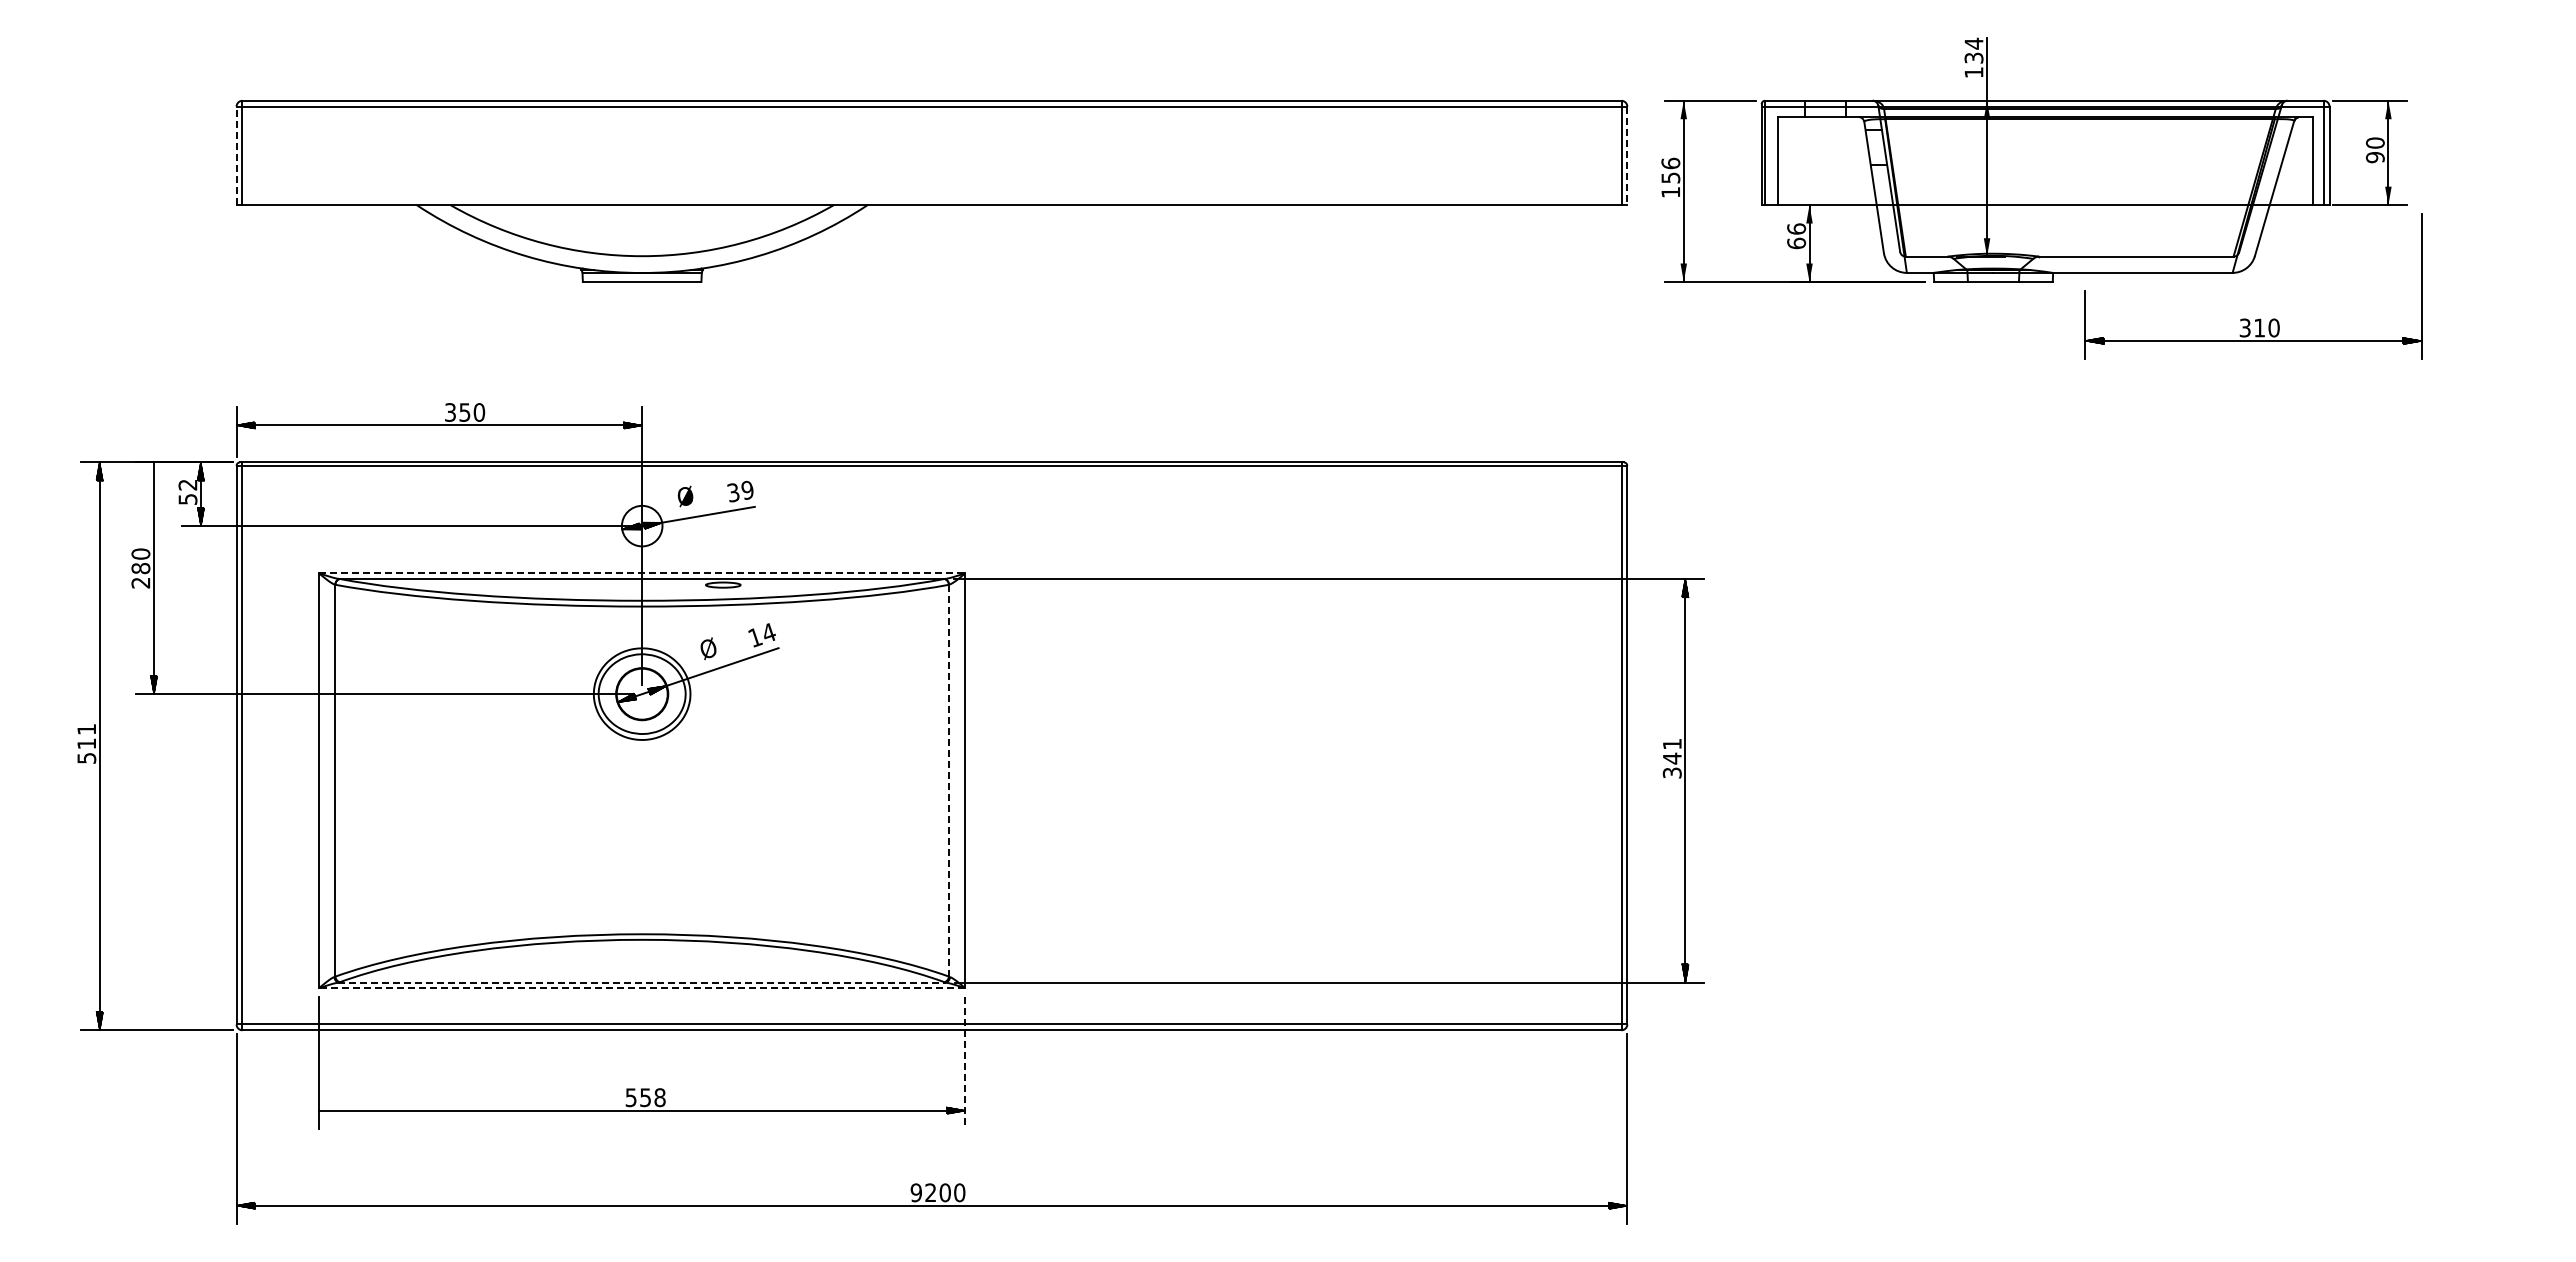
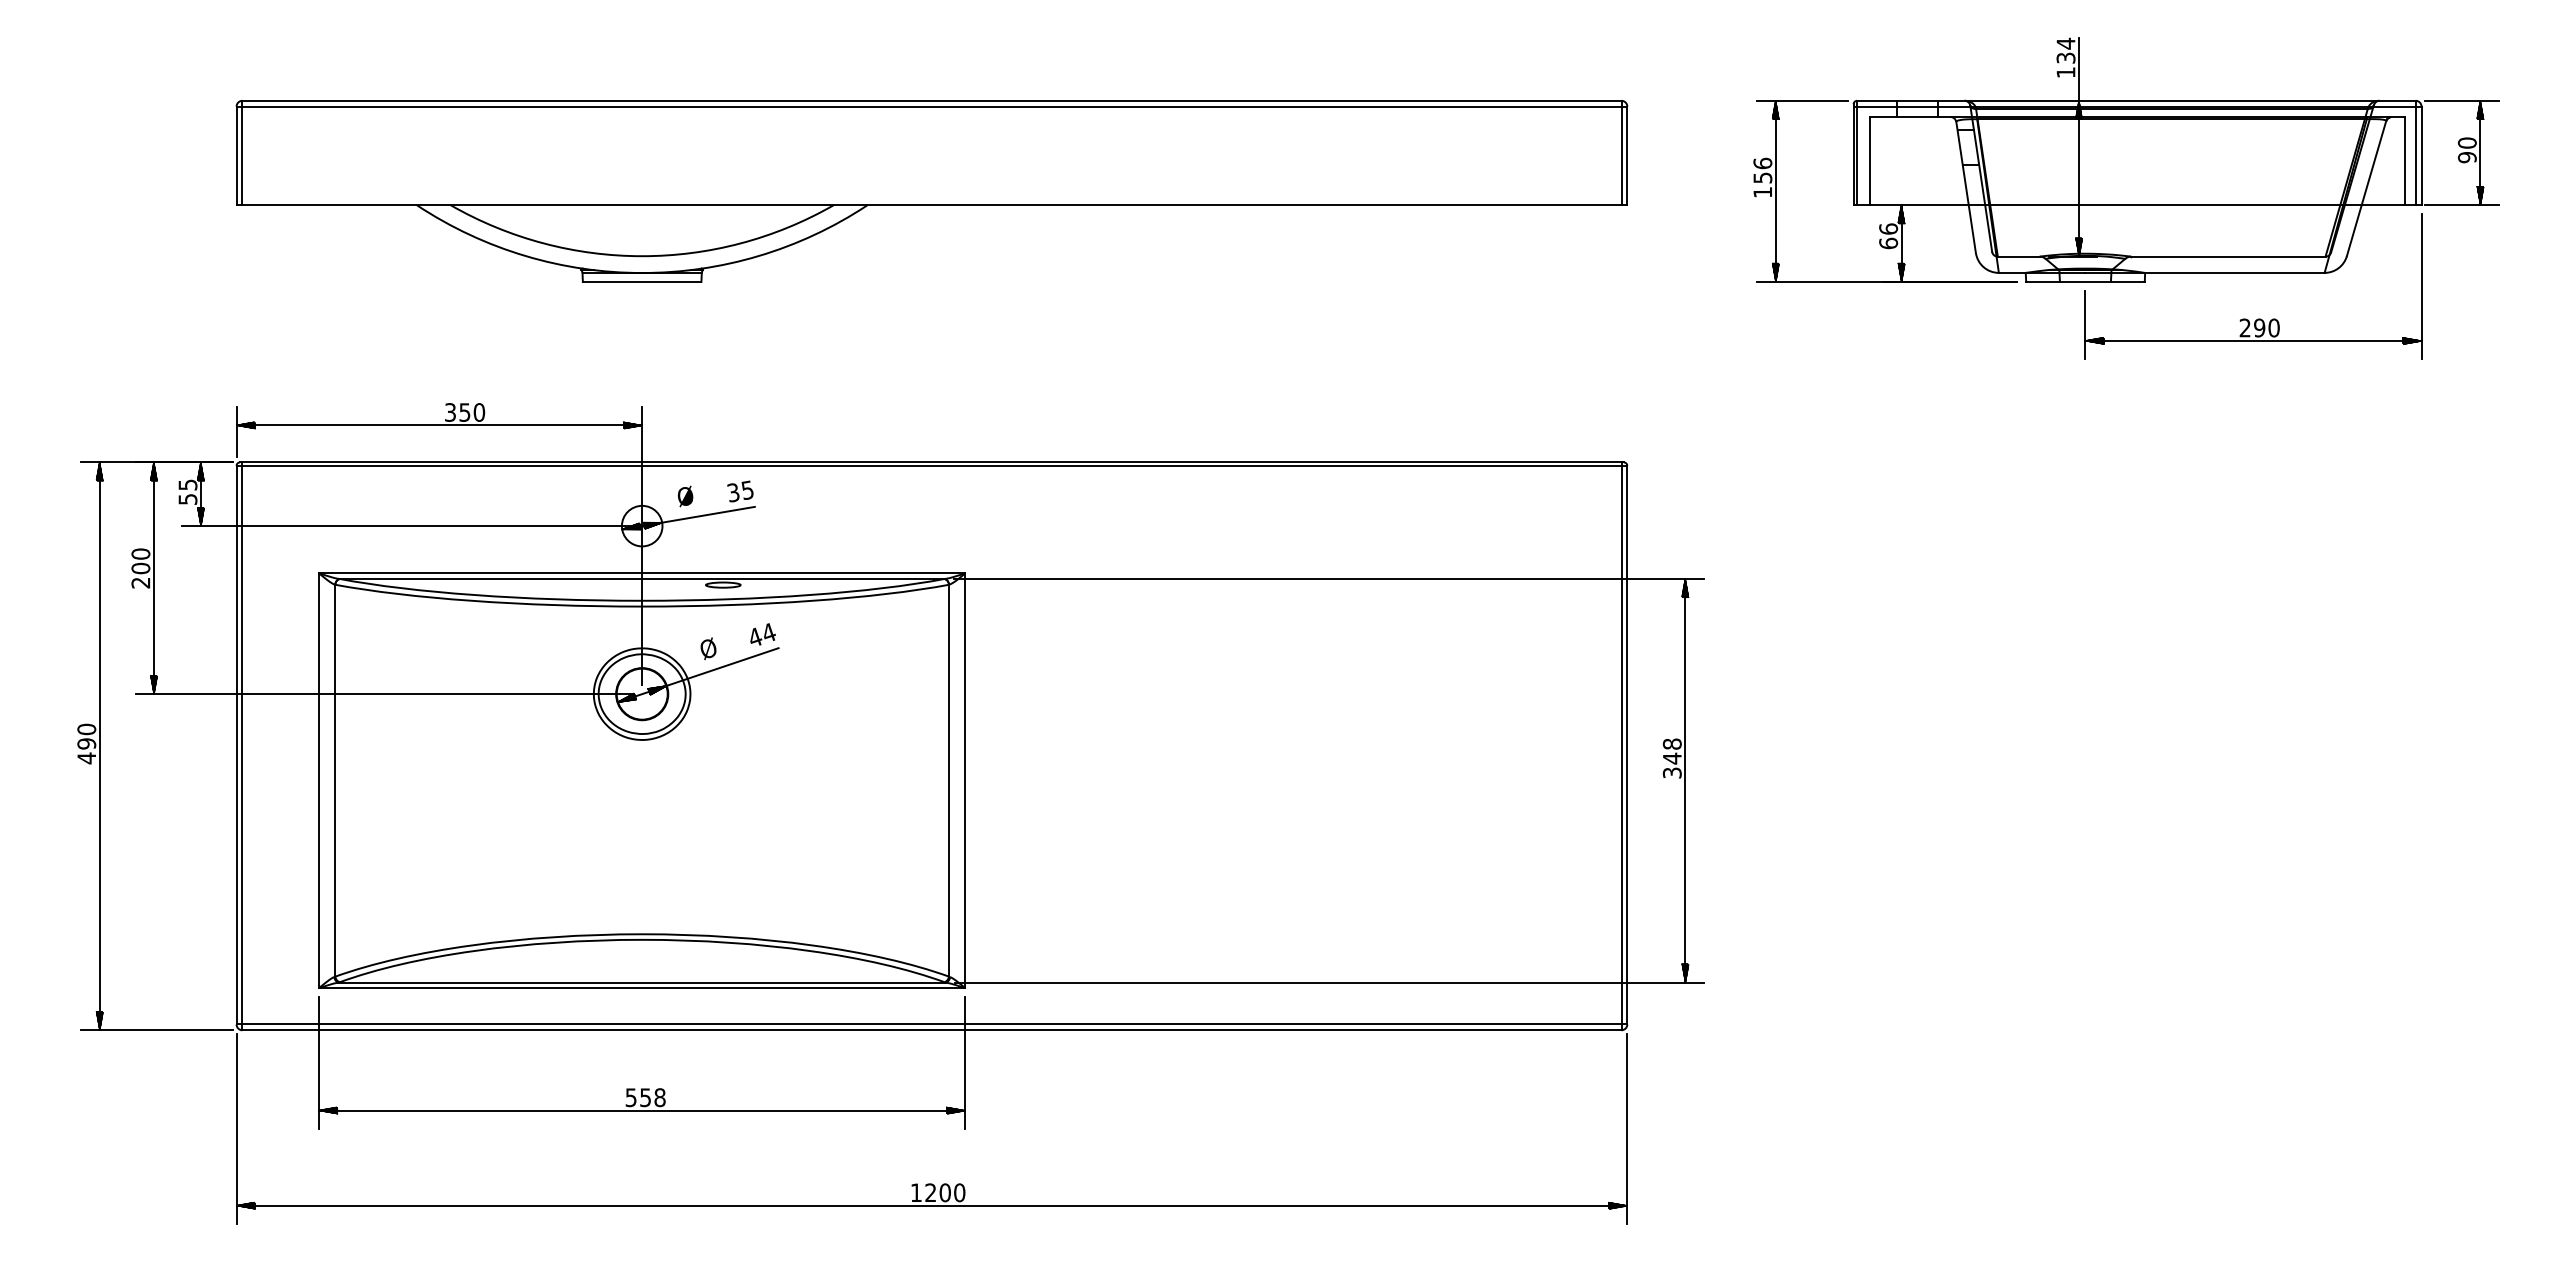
line at (236, 155): dashed -> solid
line at (1627, 156): dashed -> solid
part at (2034, 159) position: (2034, 159) -> (2126, 159)
text at (2252, 327): 310 -> 290
hatch at (153, 471): none -> present
text at (187, 484): 52 -> 55
text at (747, 489): 39 -> 35
text at (140, 568): 280 -> 200
line at (642, 573): dashed -> solid
text at (755, 637): 14 -> 44
text at (86, 743): 511 -> 490
text at (1671, 743): 341 -> 348
line at (948, 780): dashed -> solid
line at (642, 982): dashed -> solid
line at (641, 988): dashed -> solid
line at (965, 1063): dashed -> solid
hatch at (328, 1110): none -> present
text at (915, 1192): 9200 -> 1200
